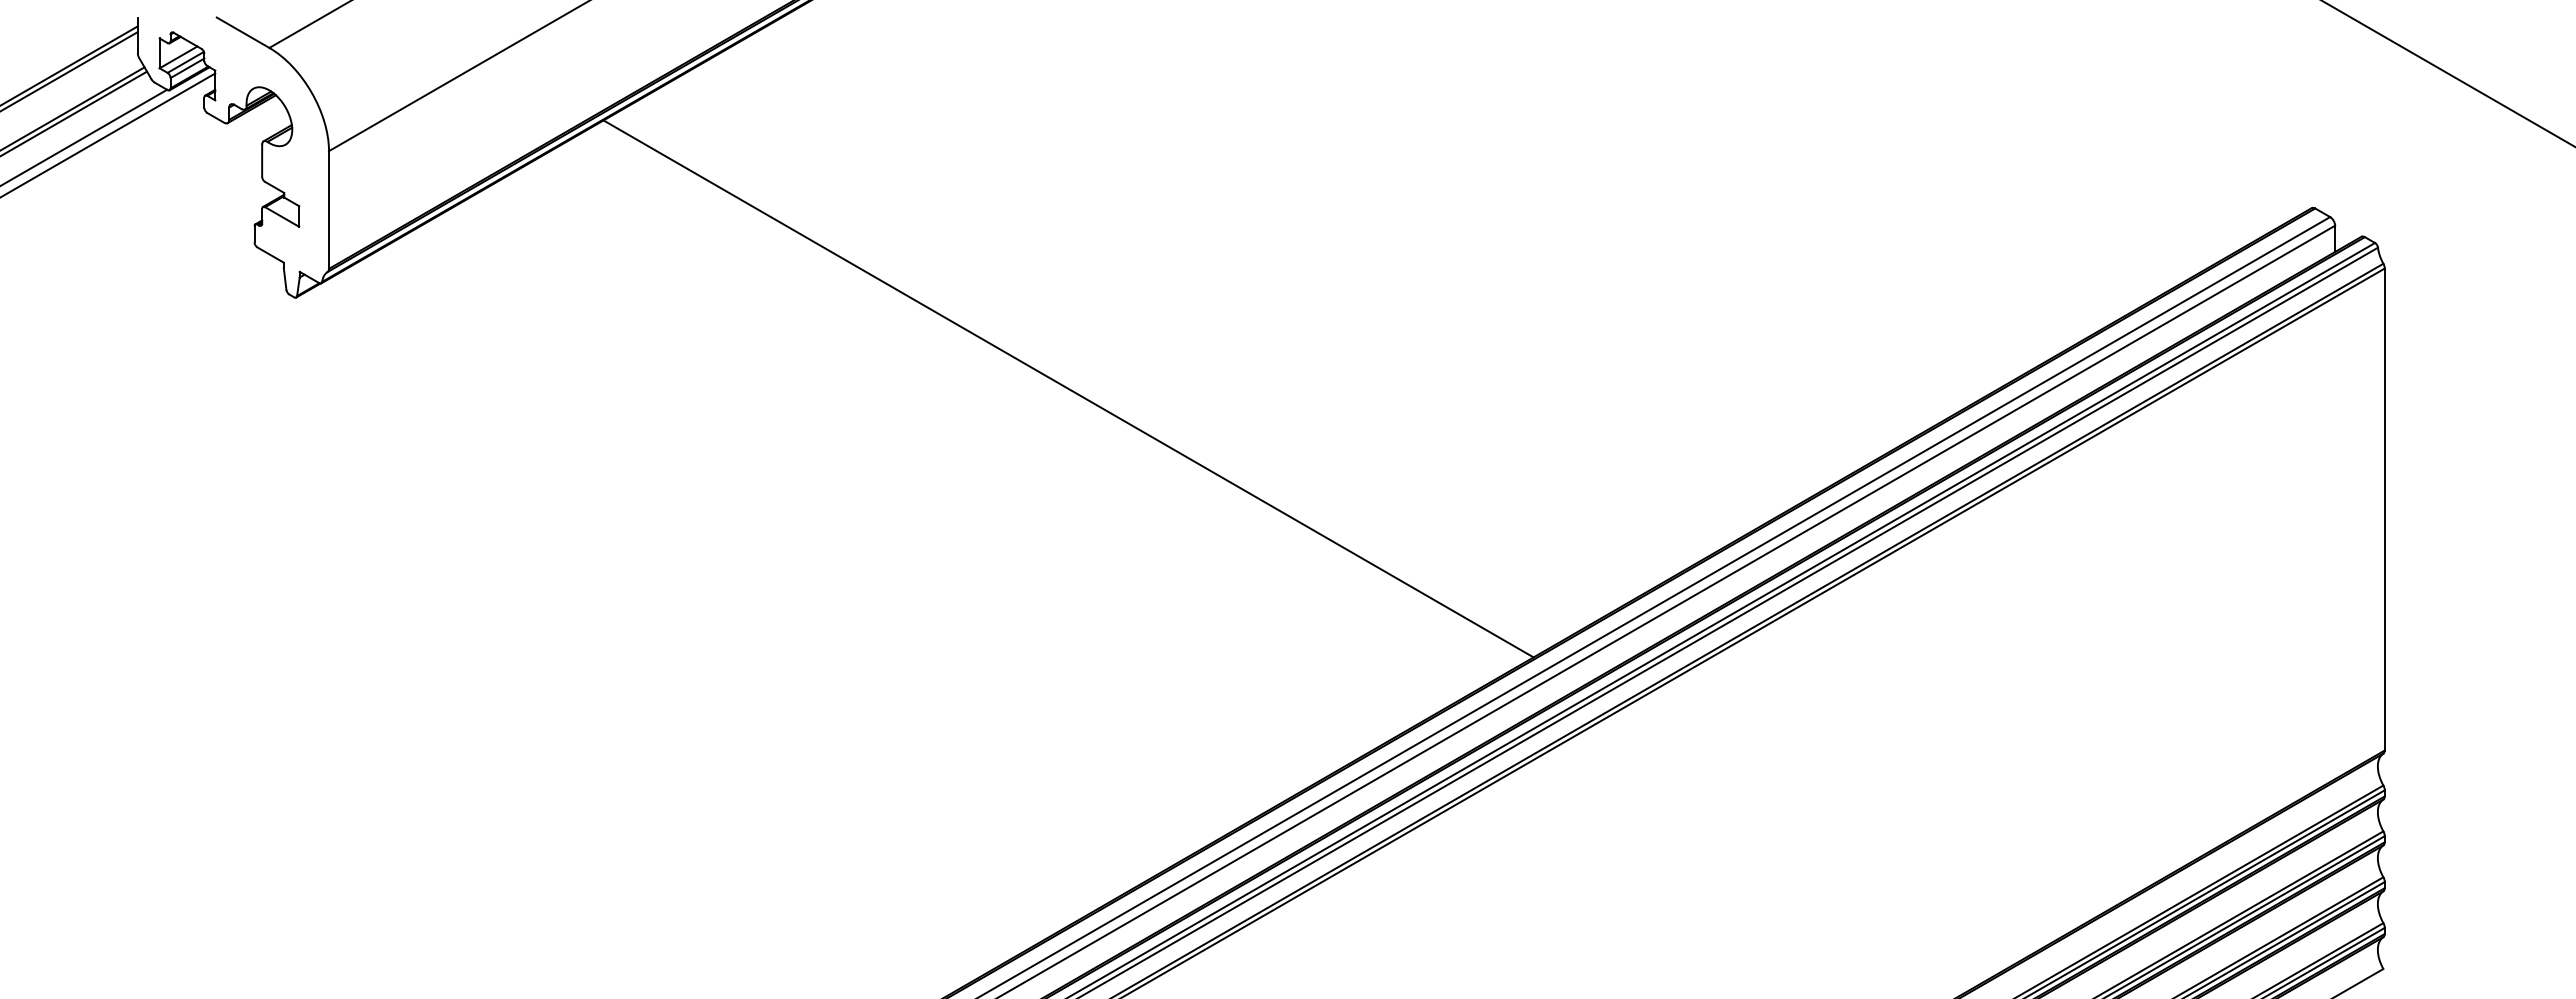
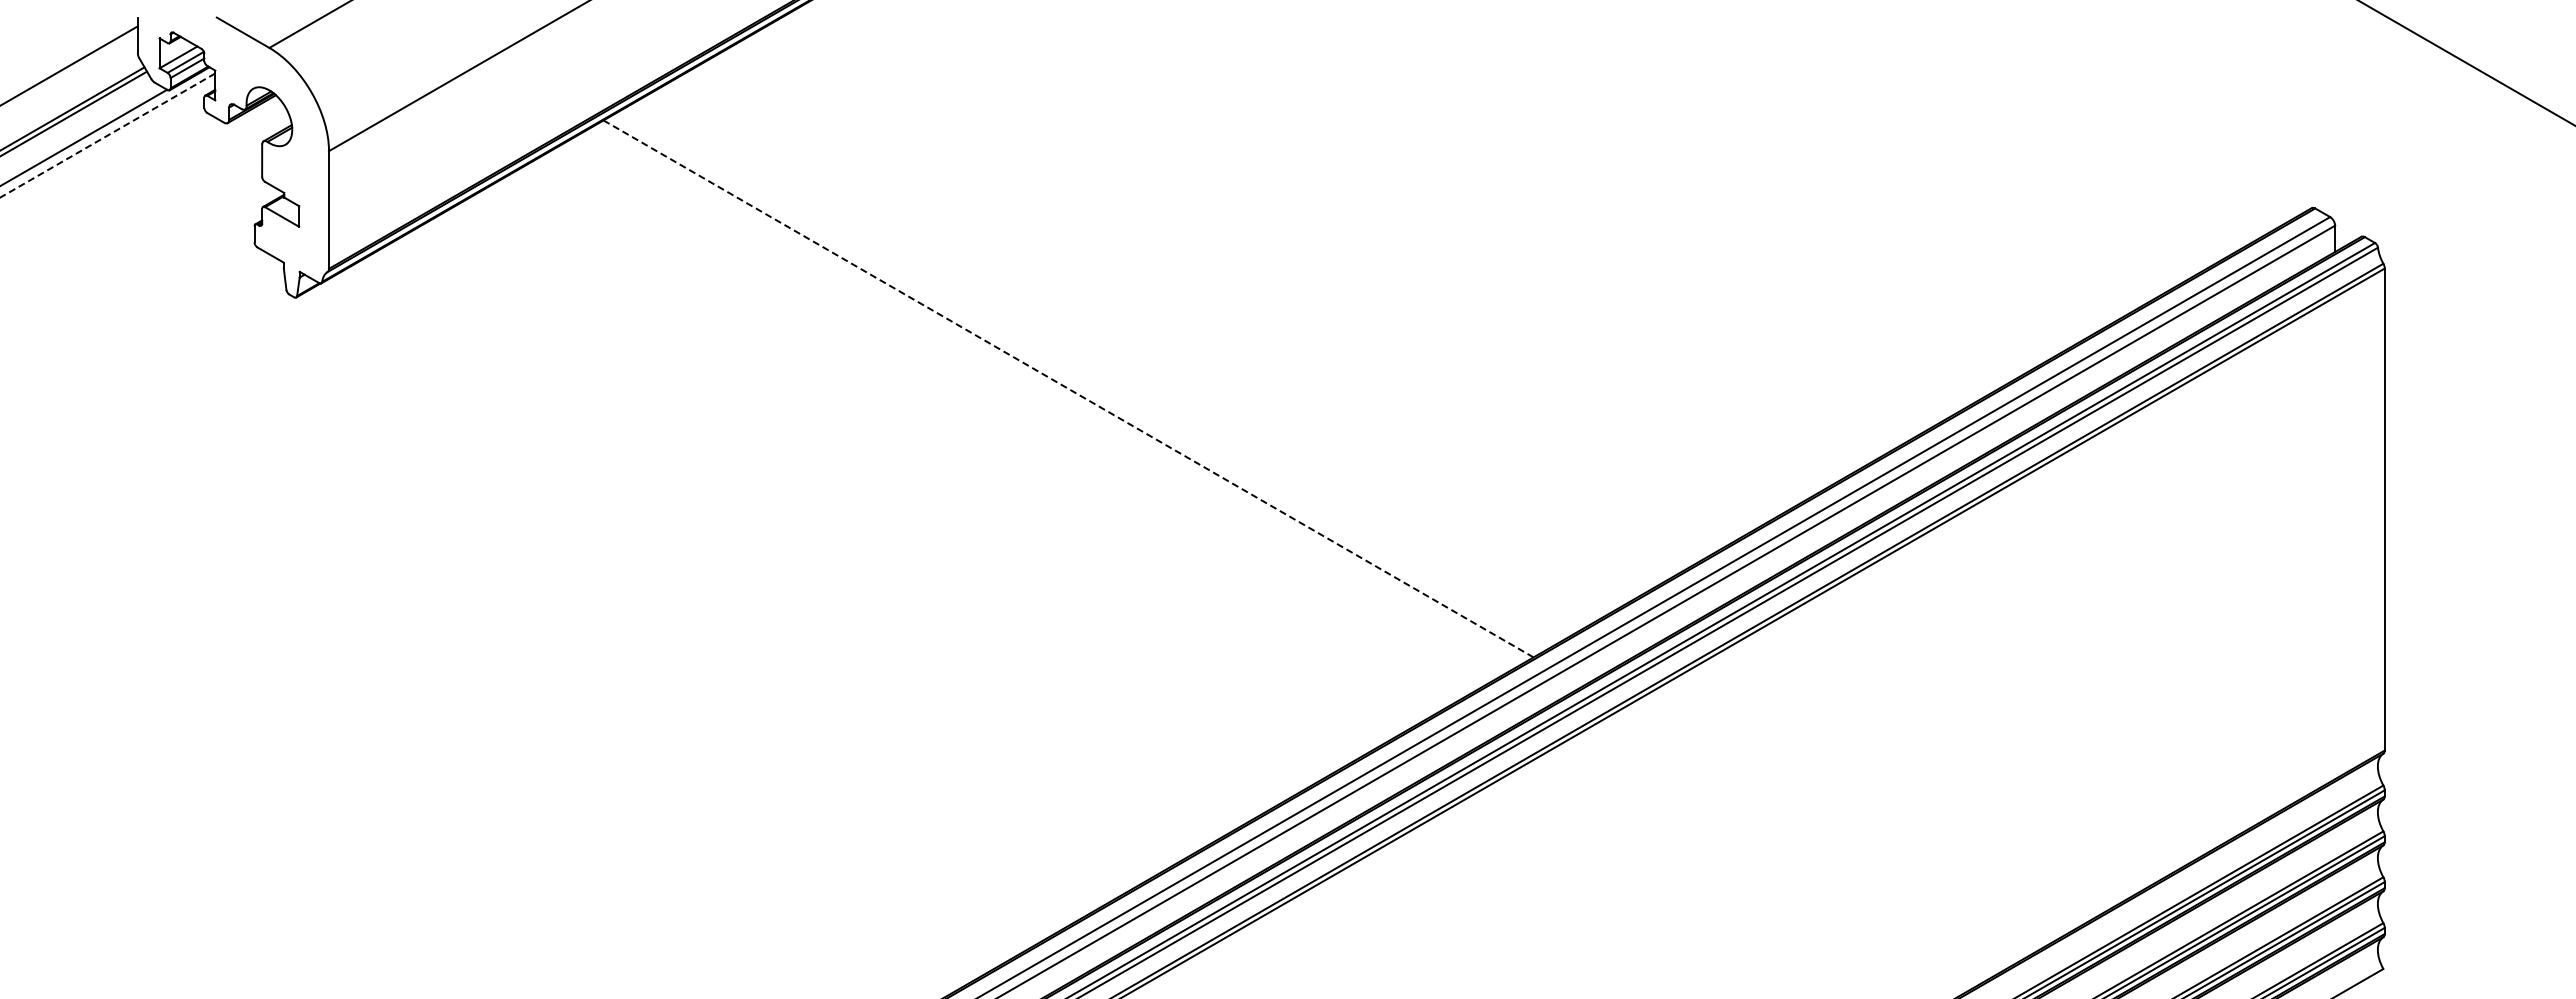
line at (69, 71): present -> none
line at (2448, 73) position: (2448, 73) -> (2466, 63)
line at (108, 135): solid -> dashed
line at (1068, 388): solid -> dashed
